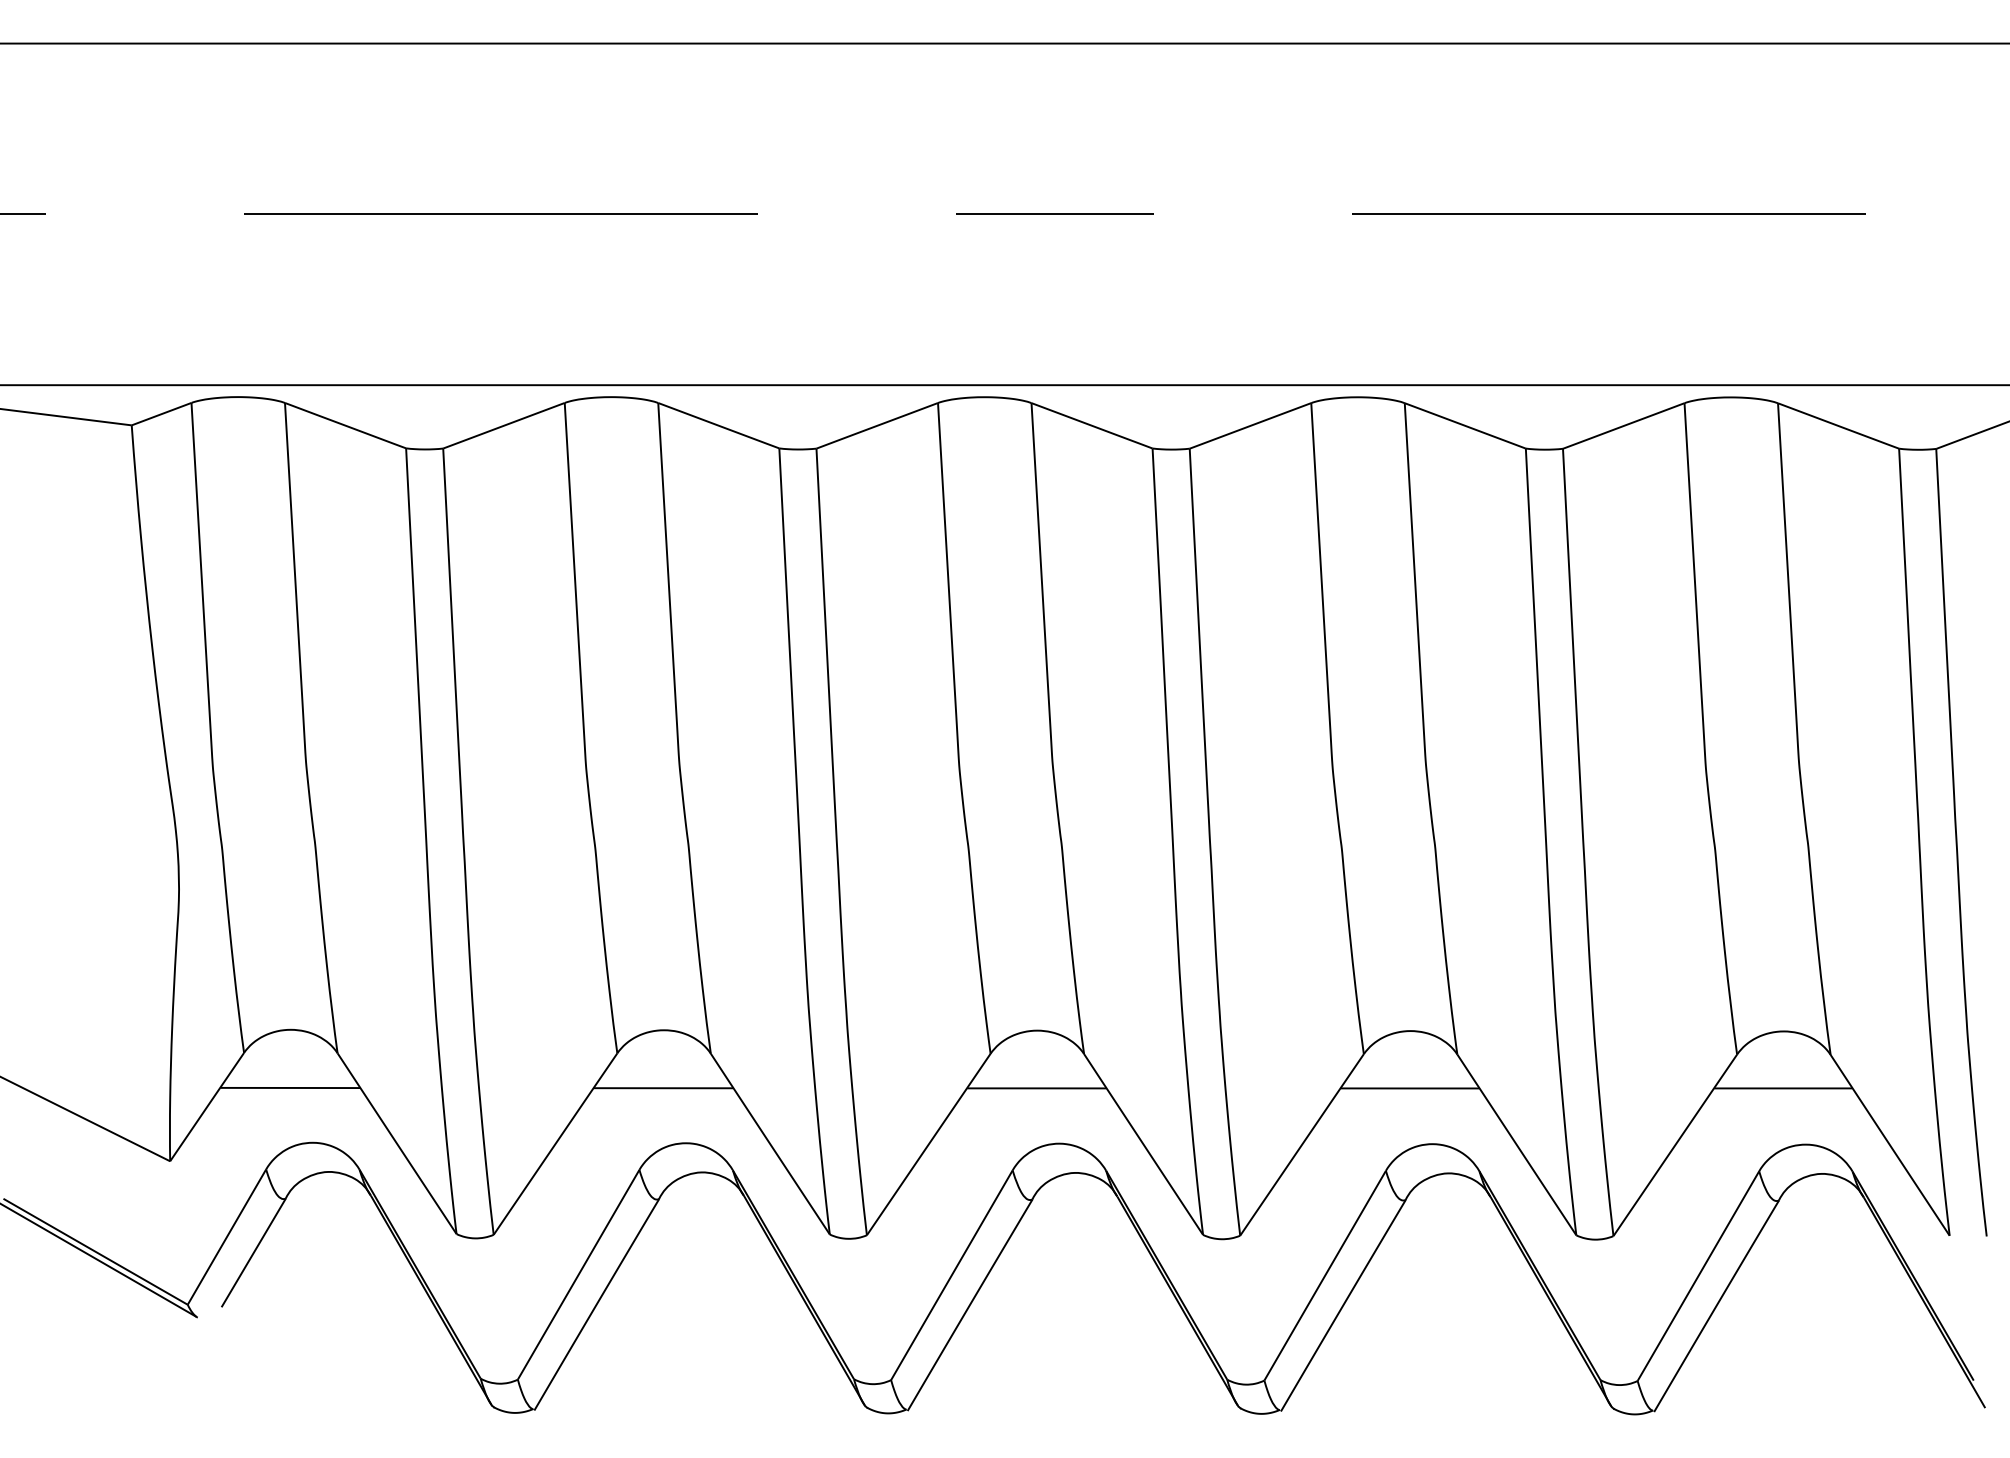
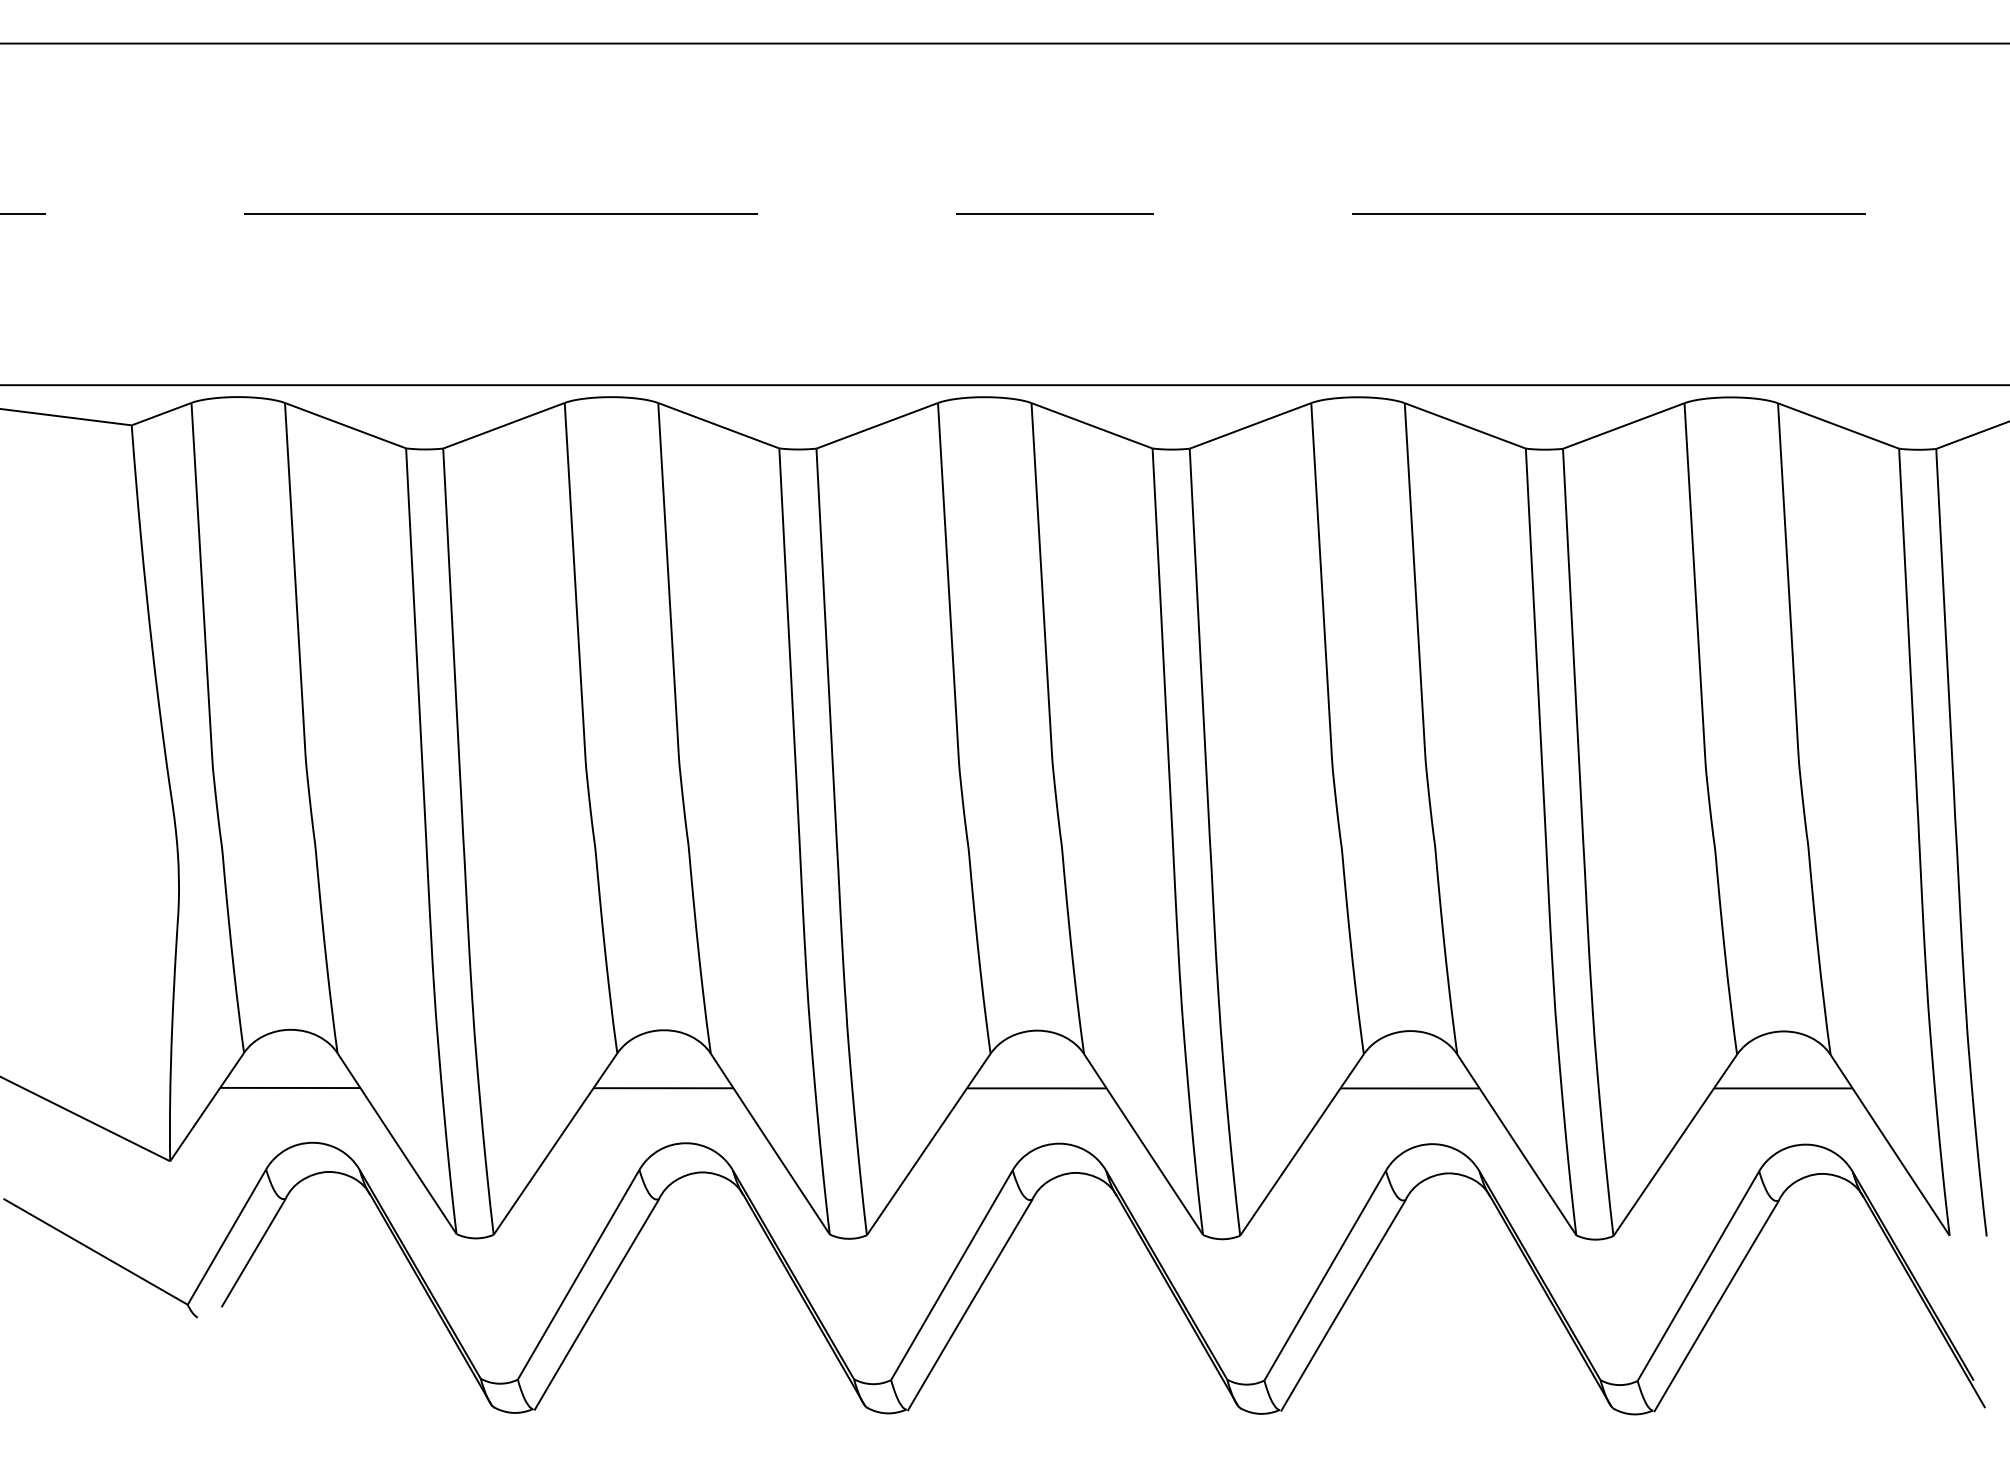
line at (98, 1260): present -> none
